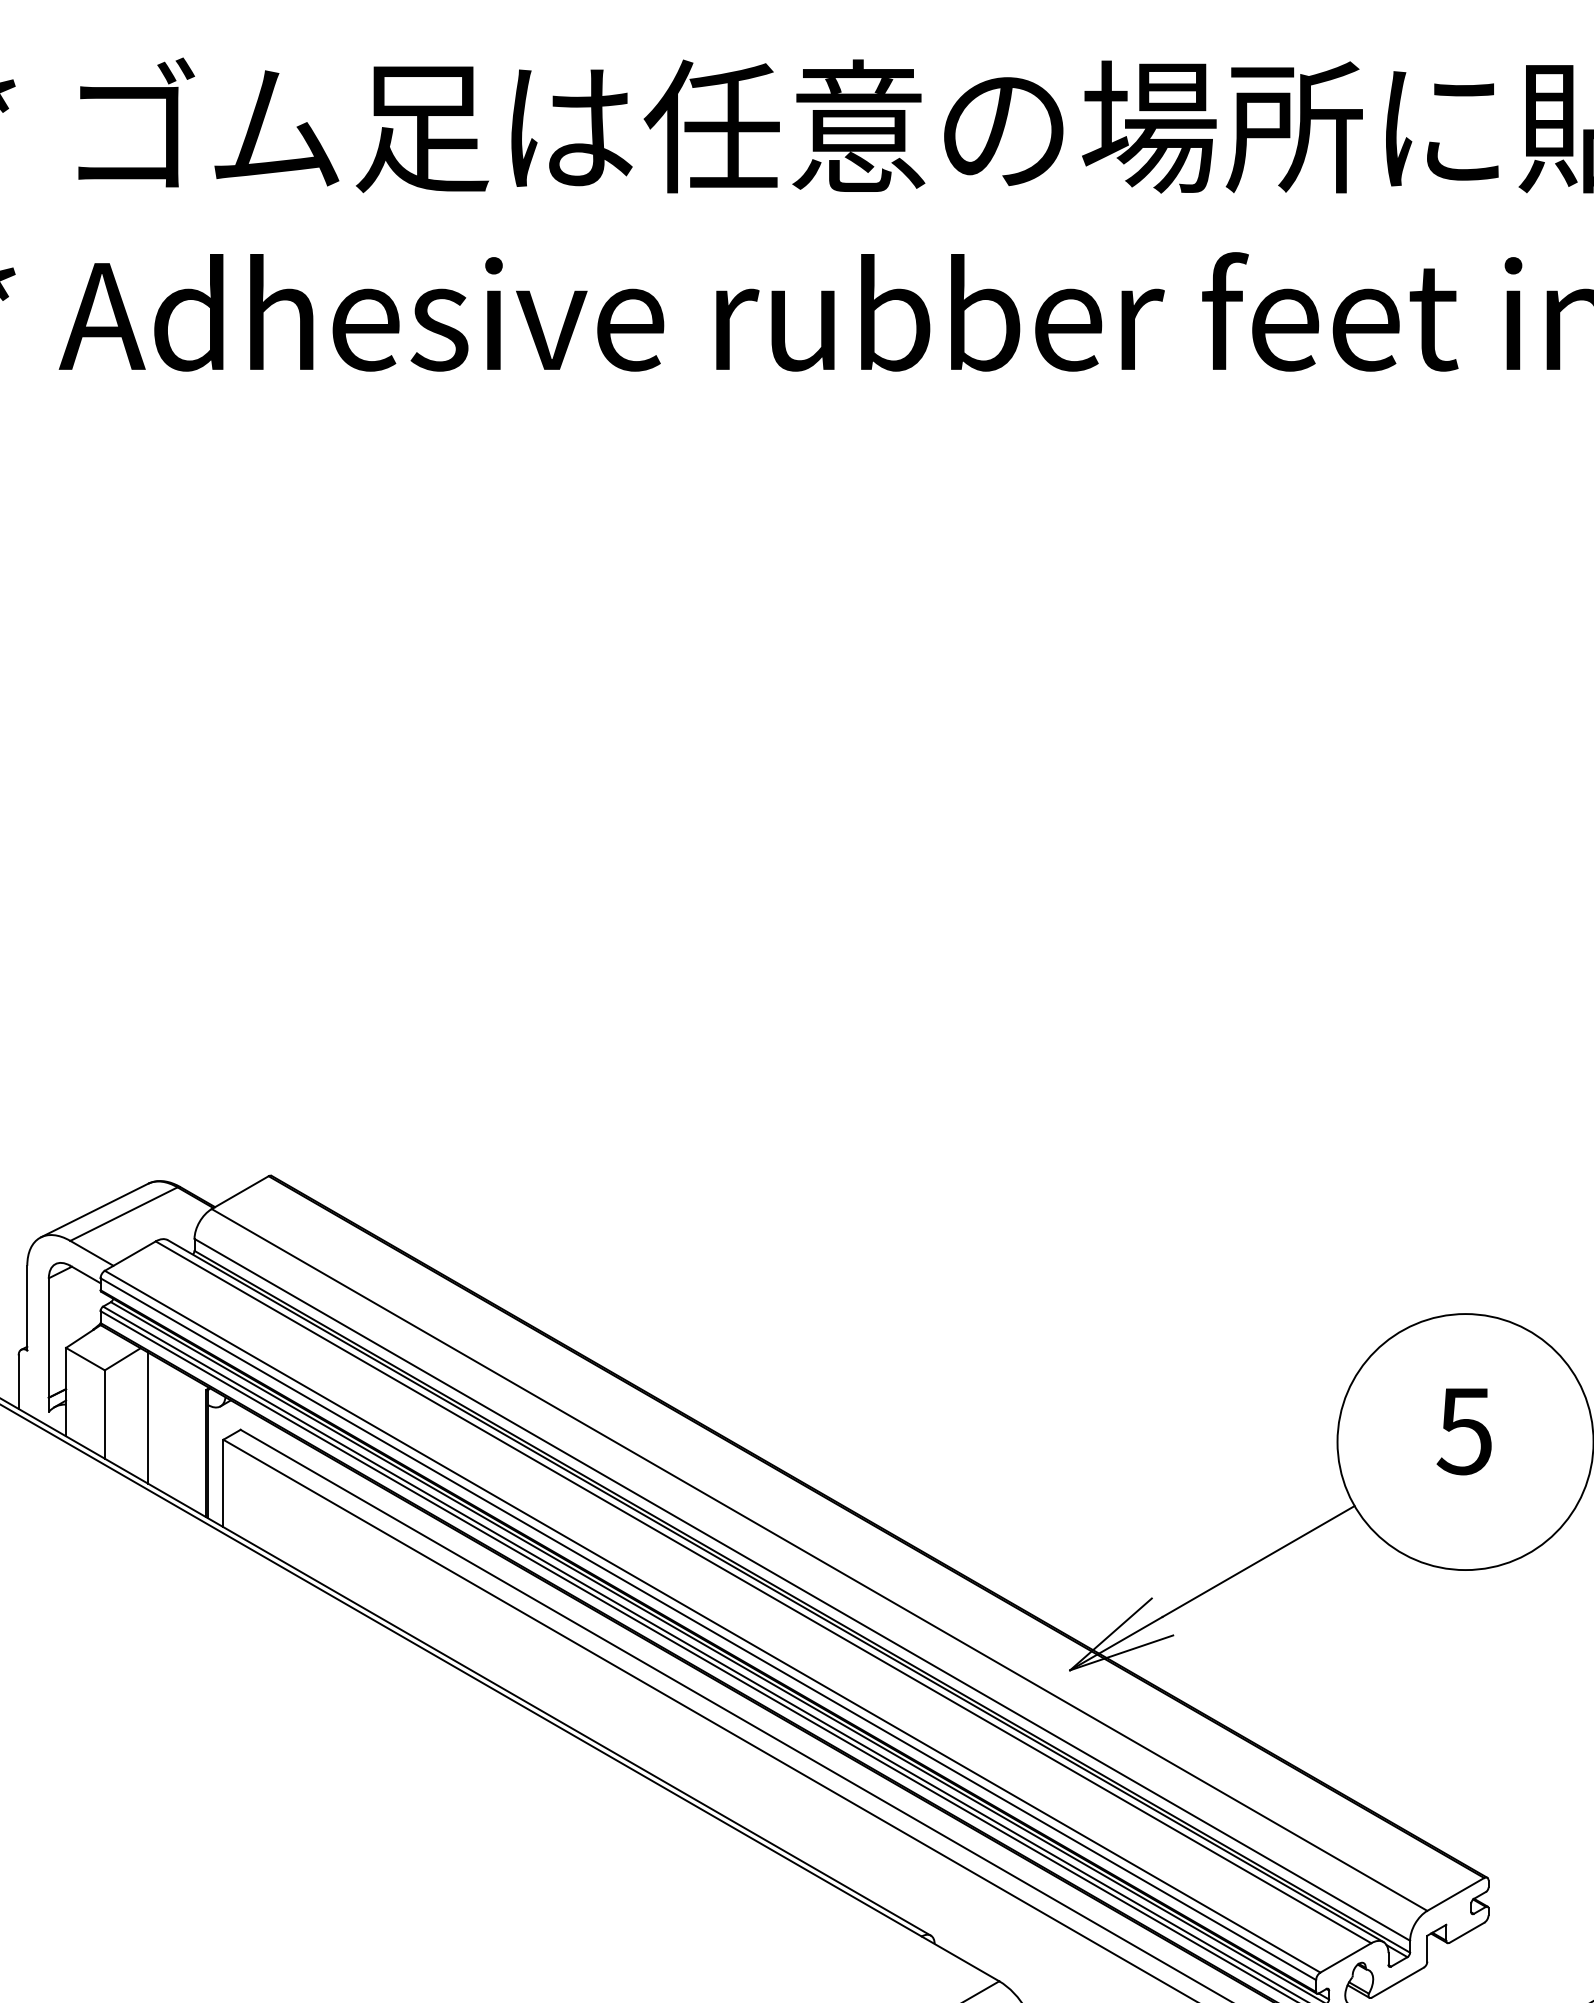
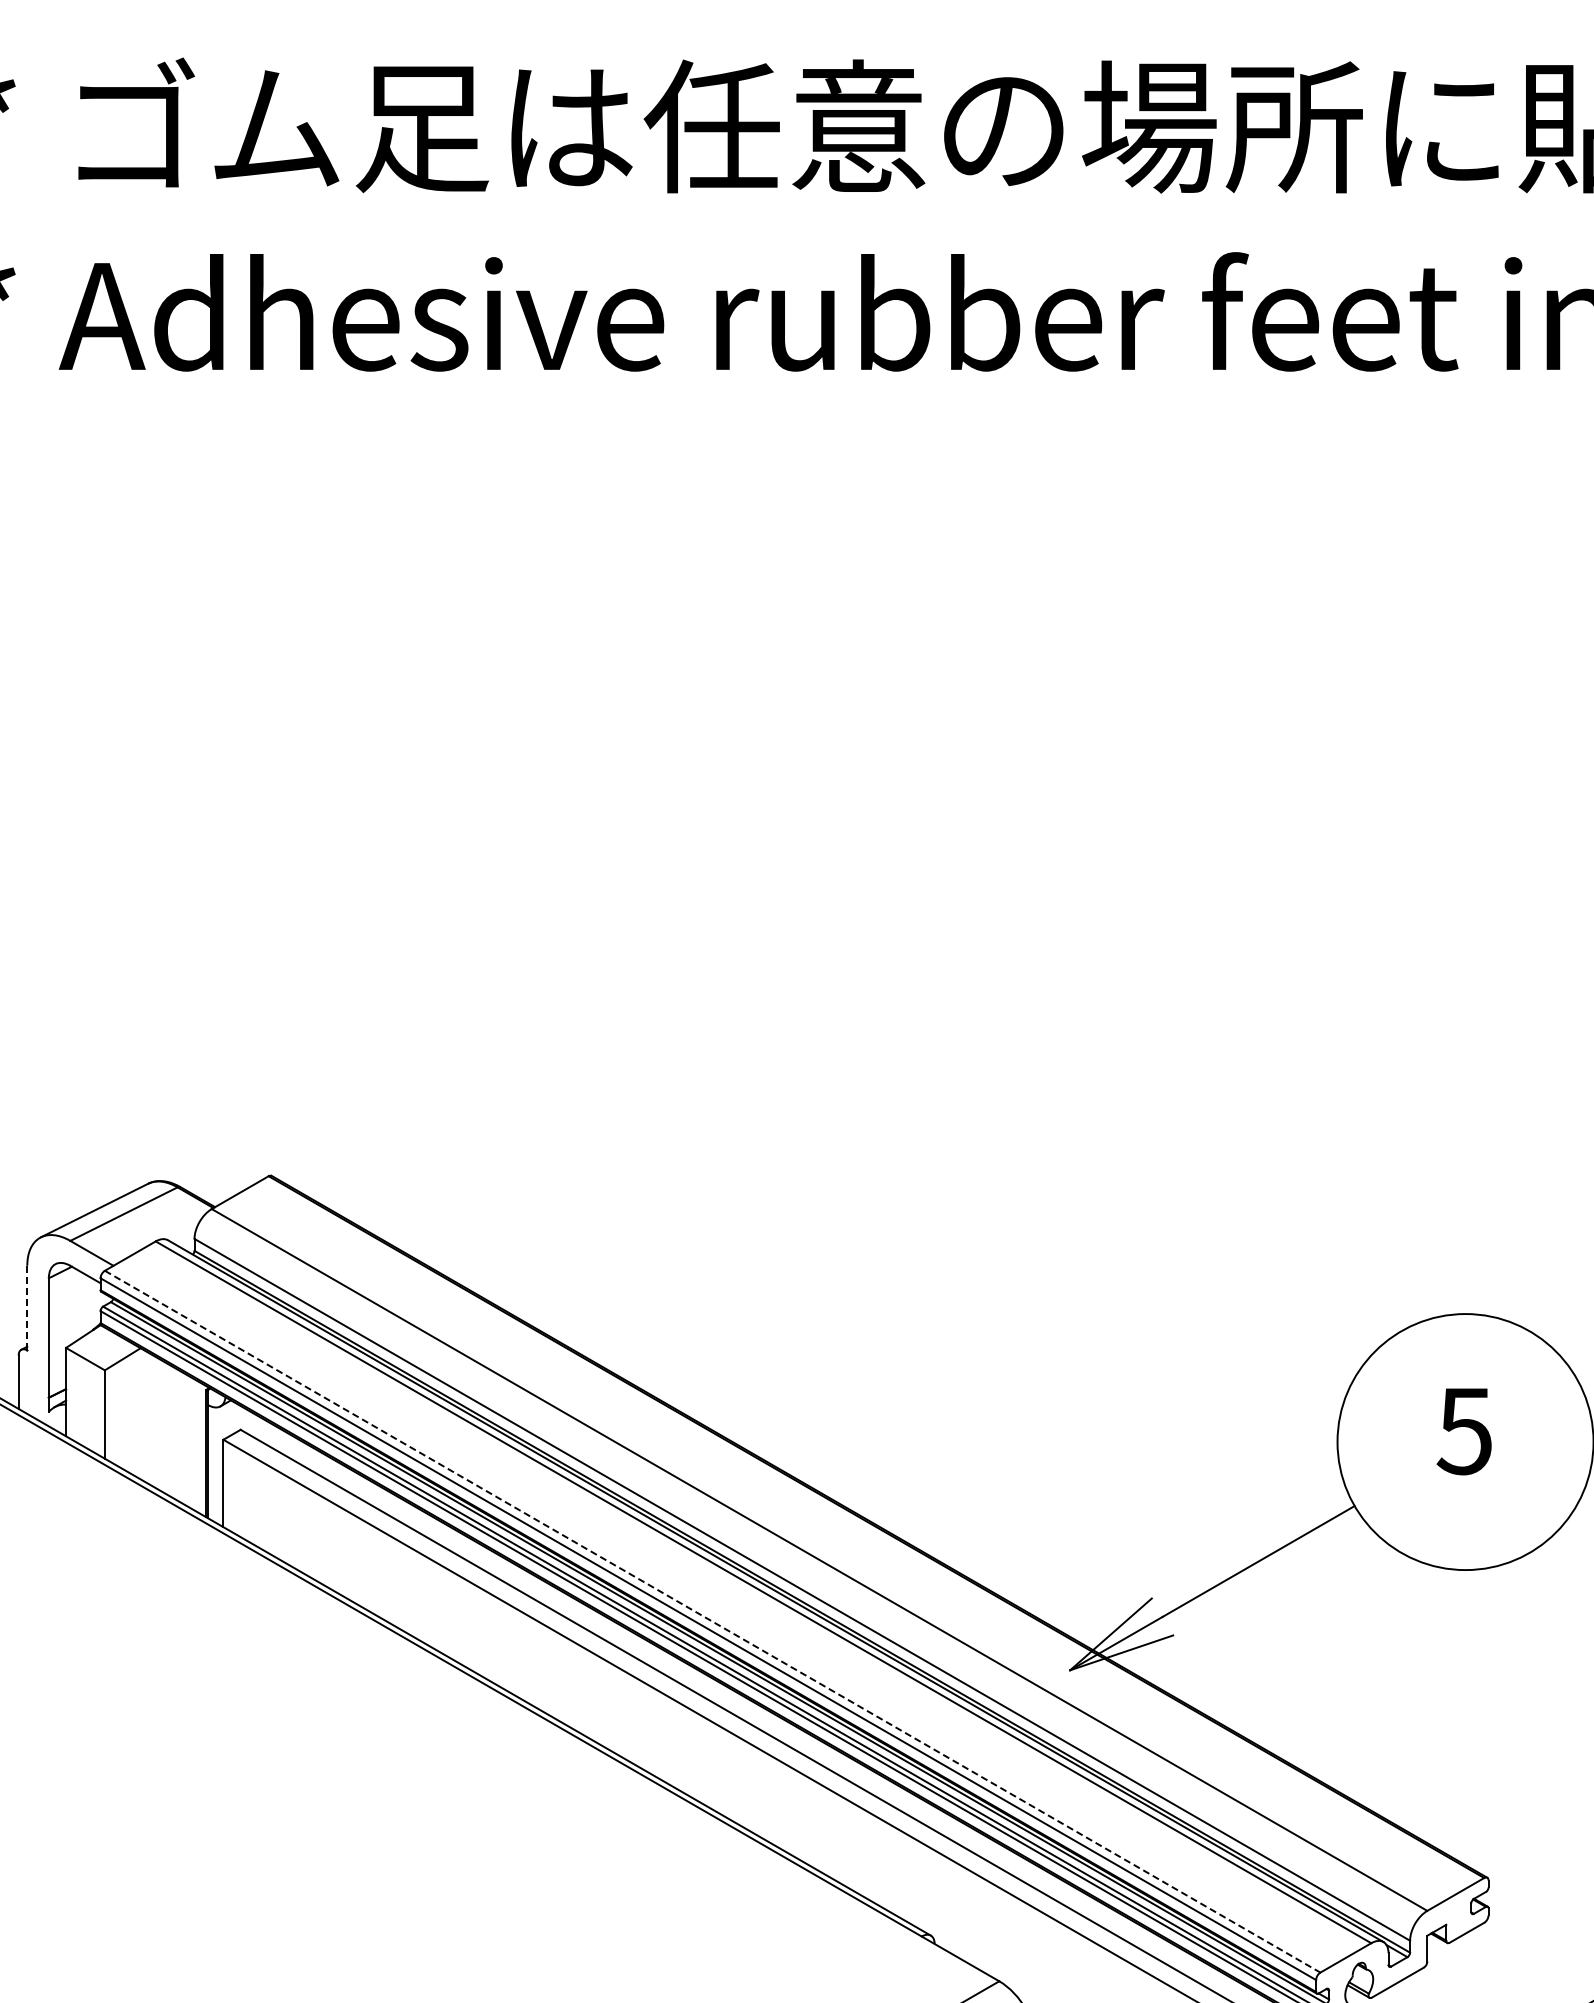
line at (27, 1308): solid -> dashed
line at (147, 1417): present -> none
line at (712, 1621): solid -> dashed
